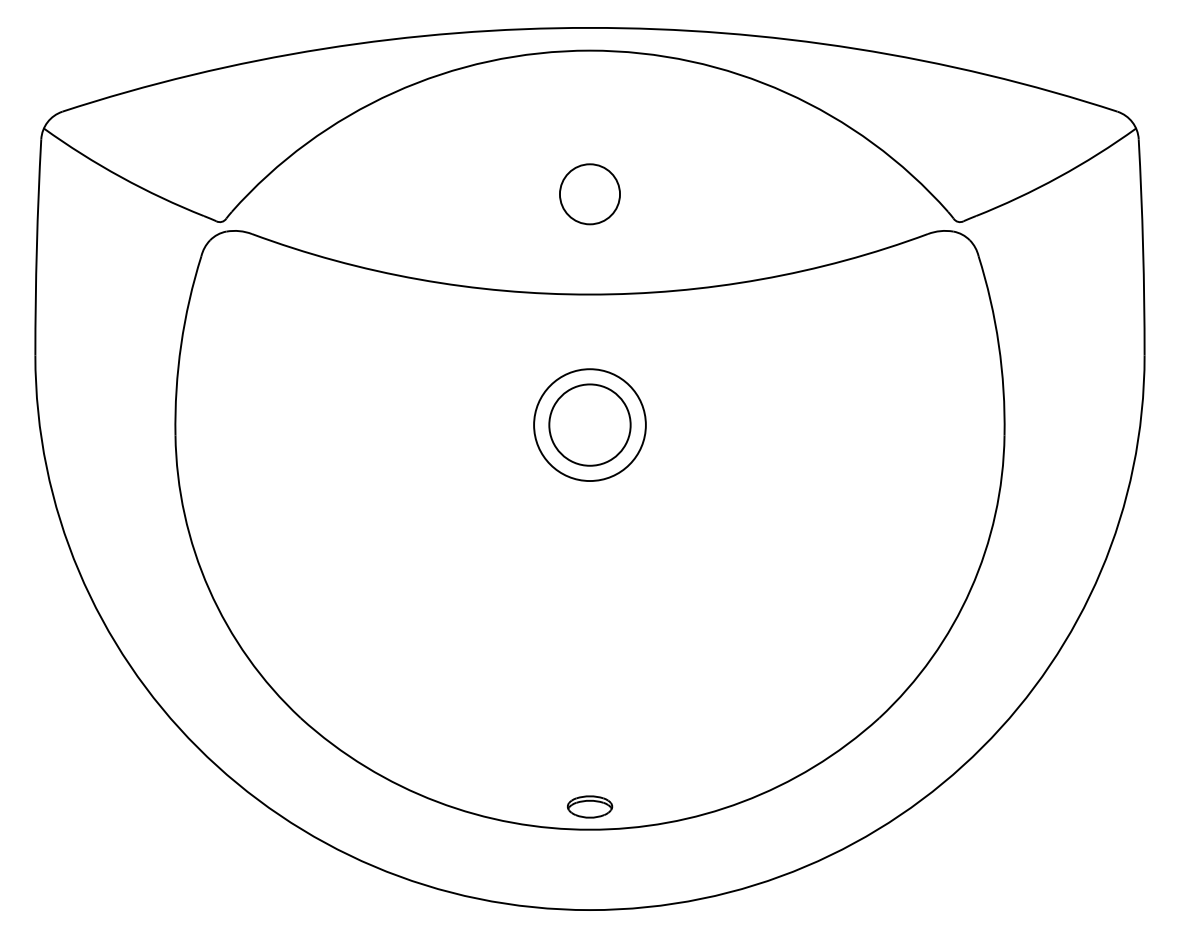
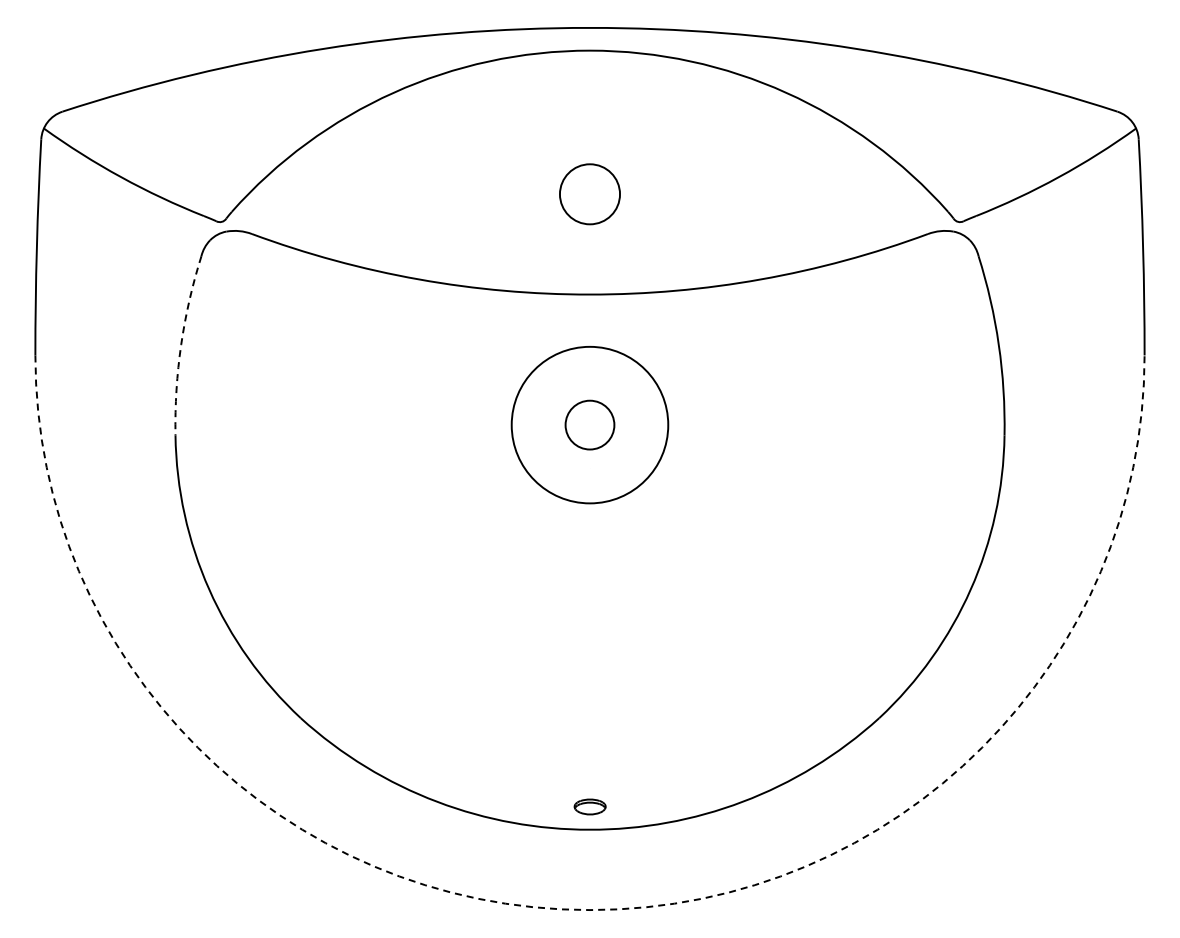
arc at (181, 344): solid -> dashed
circle at (589, 424) diameter: 81 px -> 49 px
circle at (589, 425) diameter: 112 px -> 157 px
part at (590, 806) size: 47x24 px -> 34x18 px
arc at (589, 910): solid -> dashed
